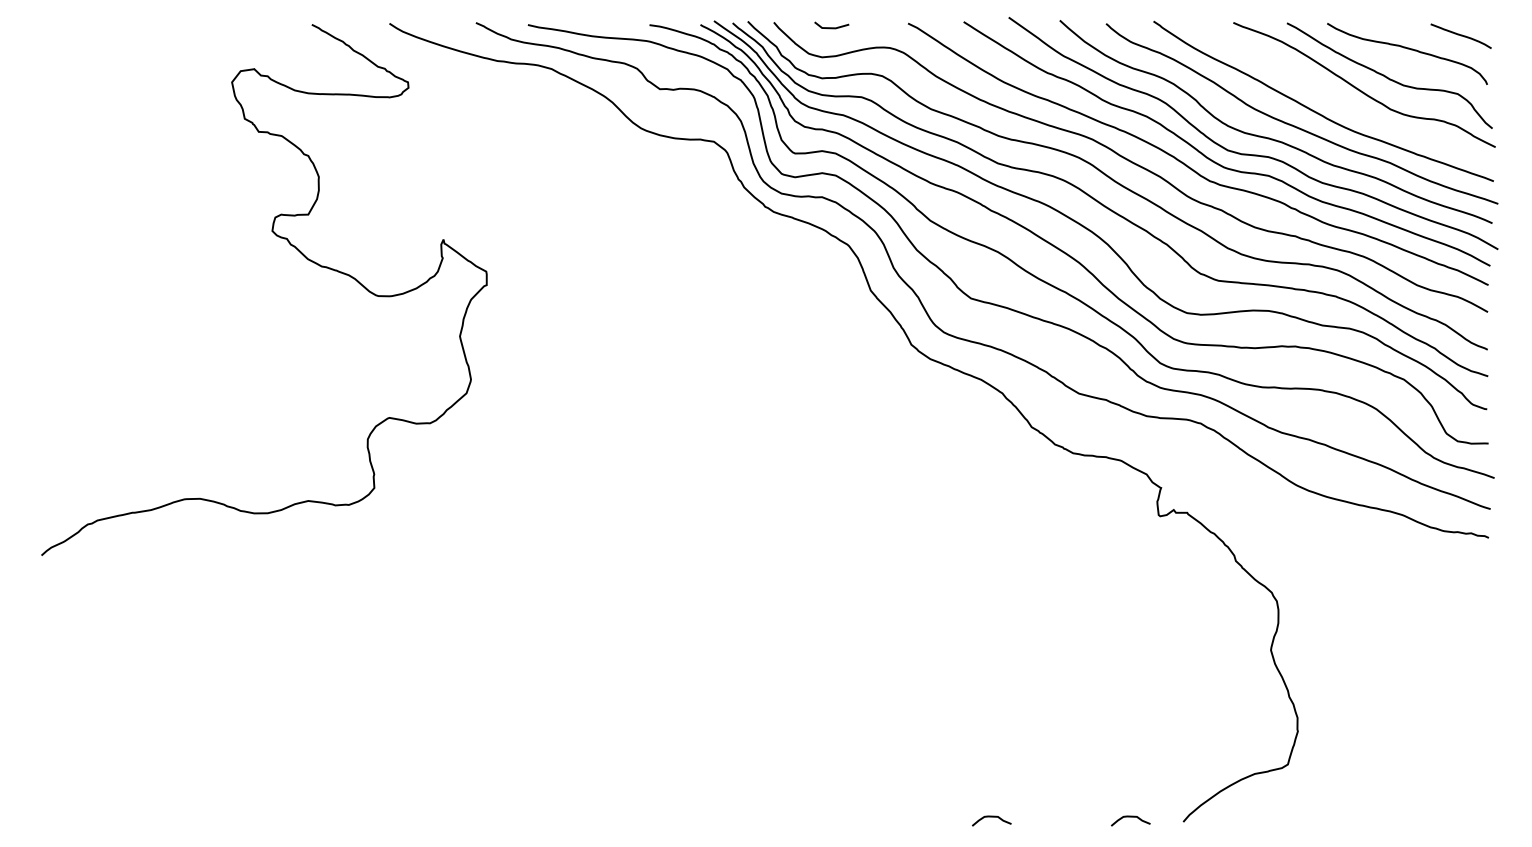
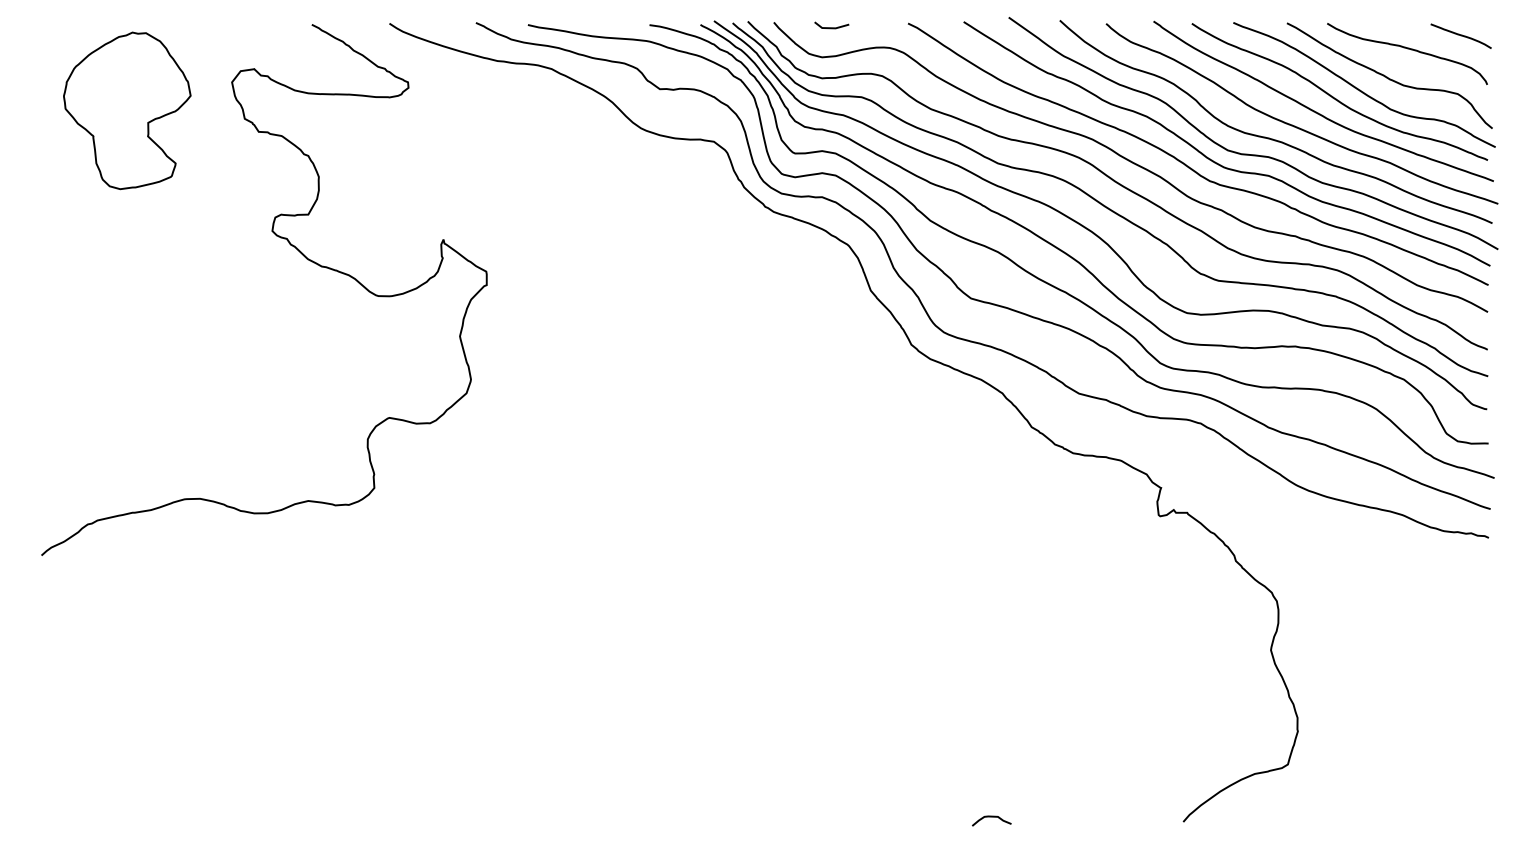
curve at (1336, 98): none -> present
part at (127, 110): none -> present
curve at (1130, 817): present -> none
